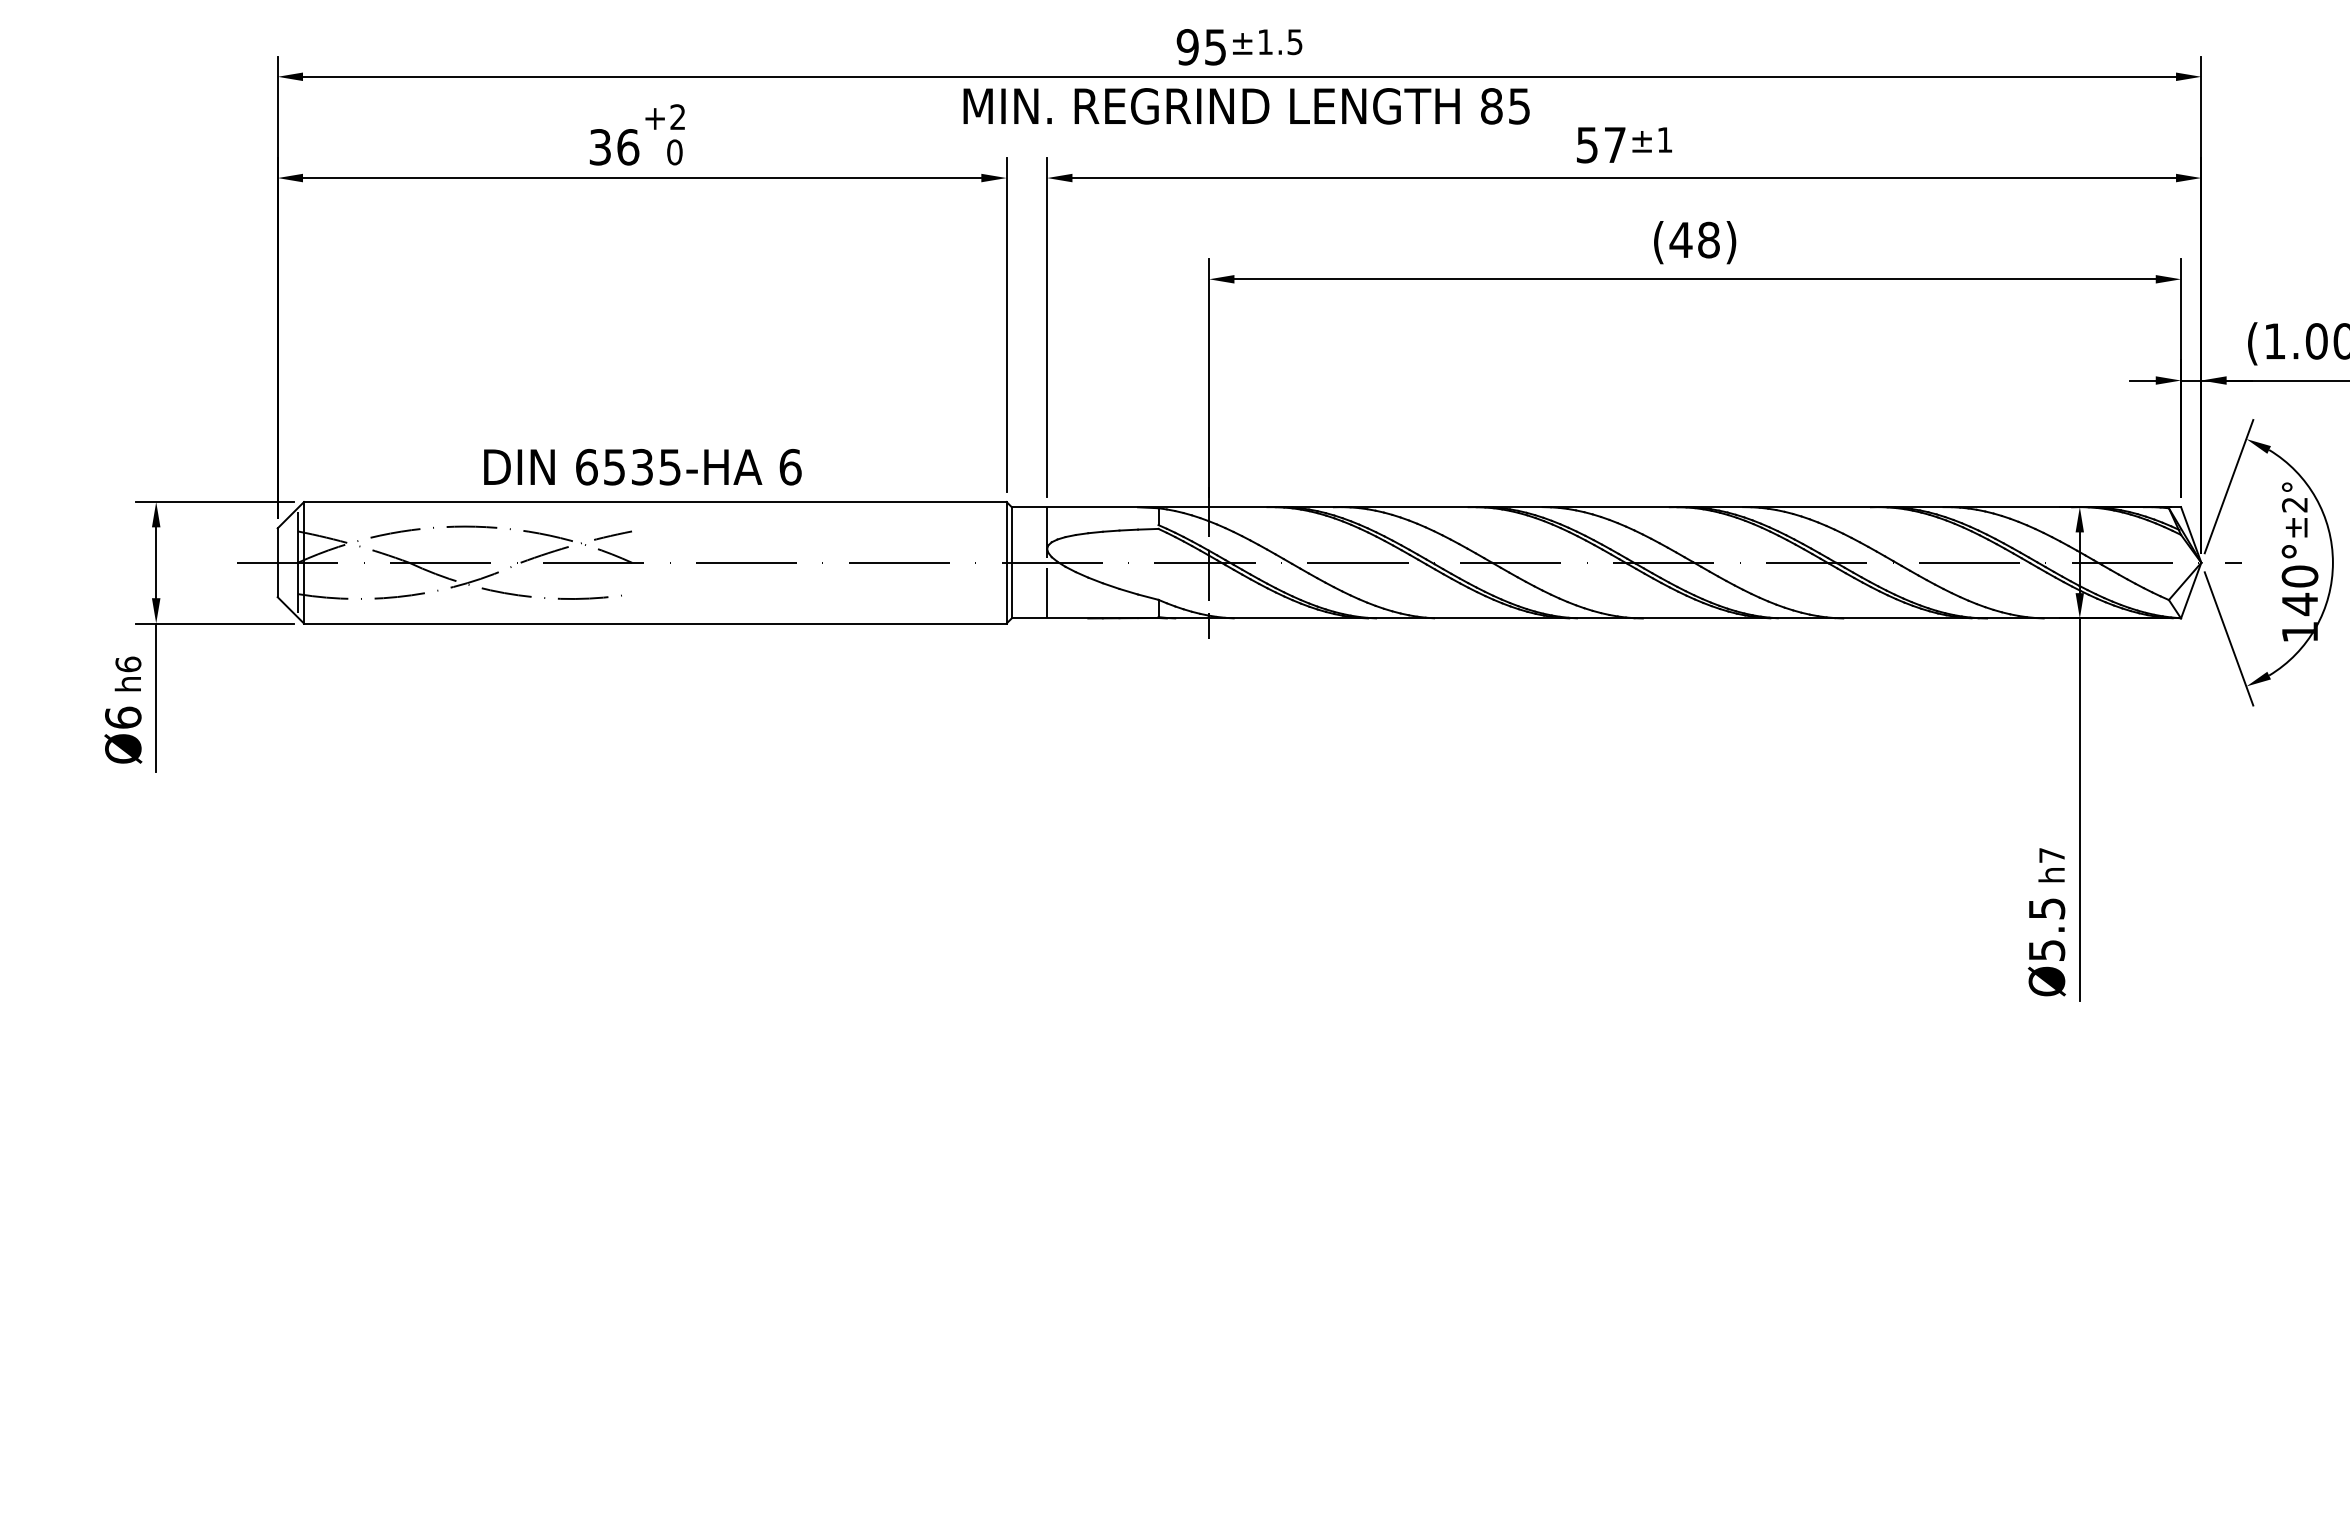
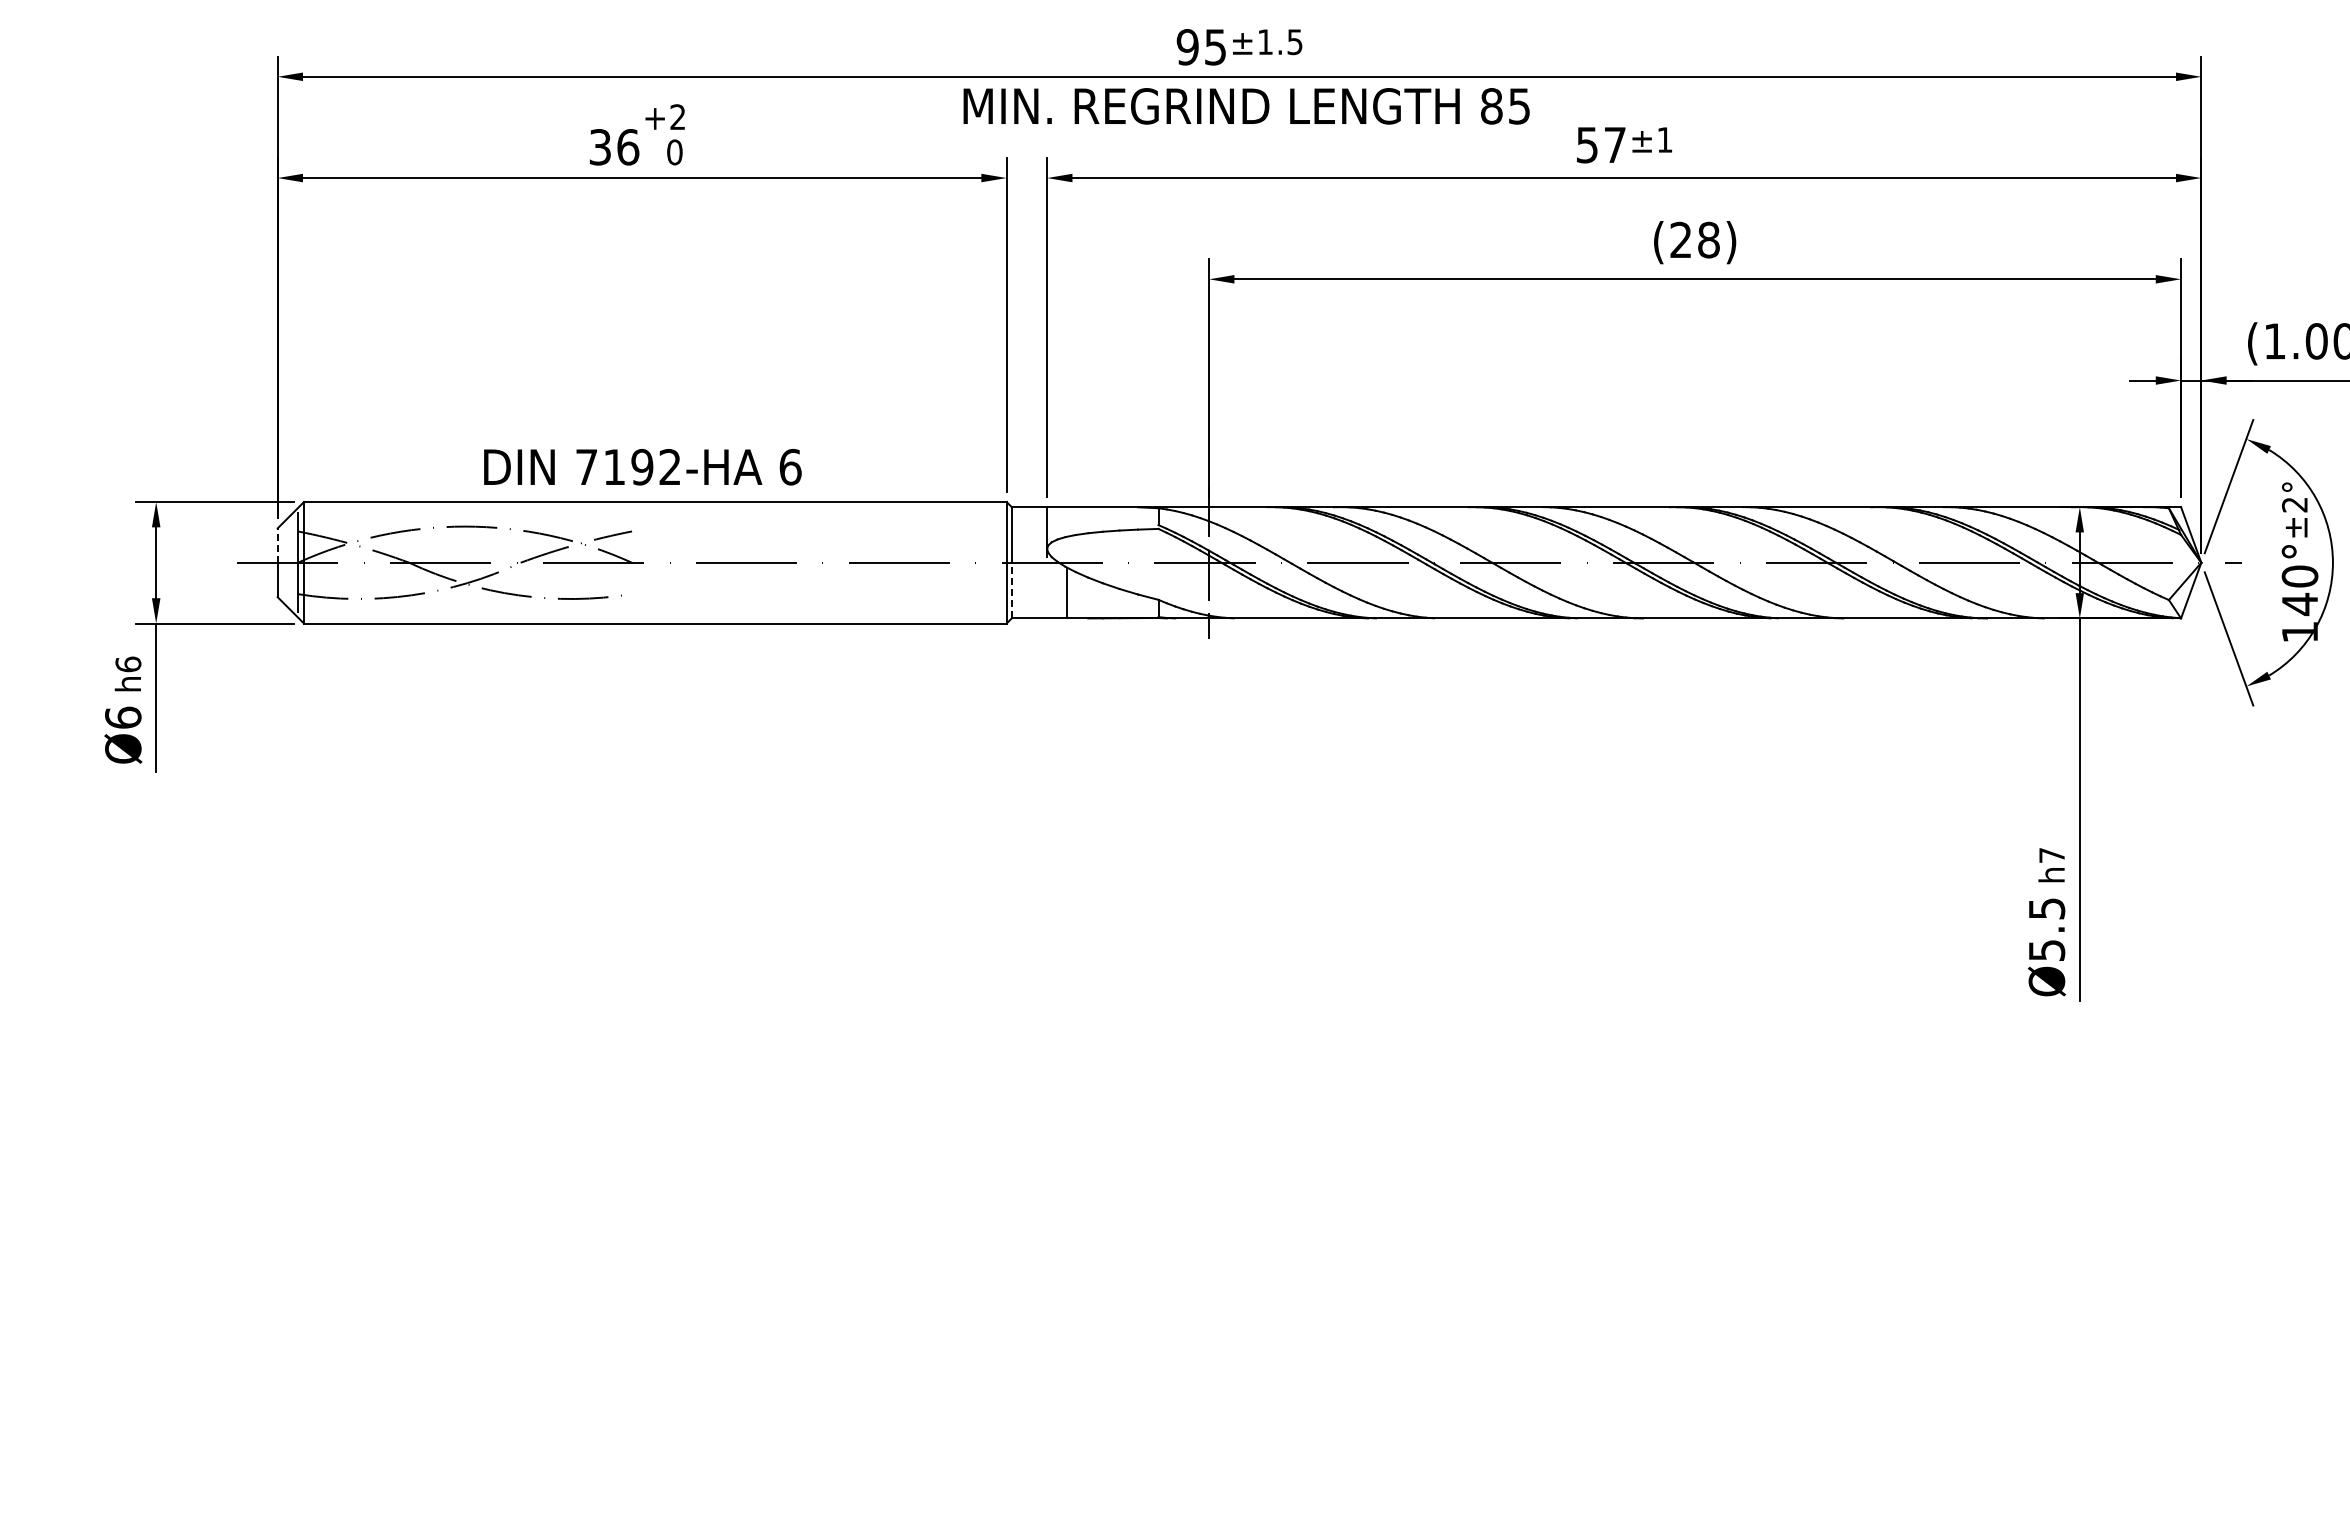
text at (1680, 239): (48) -> (28)
text at (628, 466): 6535-HA -> 7192-HA
line at (277, 545): solid -> dashed
line at (1011, 590): solid -> dashed
line at (1047, 590) position: (1047, 590) -> (1067, 590)
